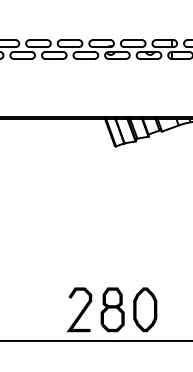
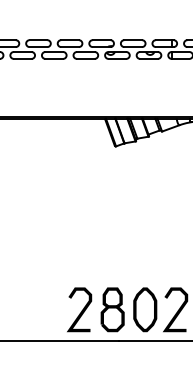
curve at (177, 310): none -> present
